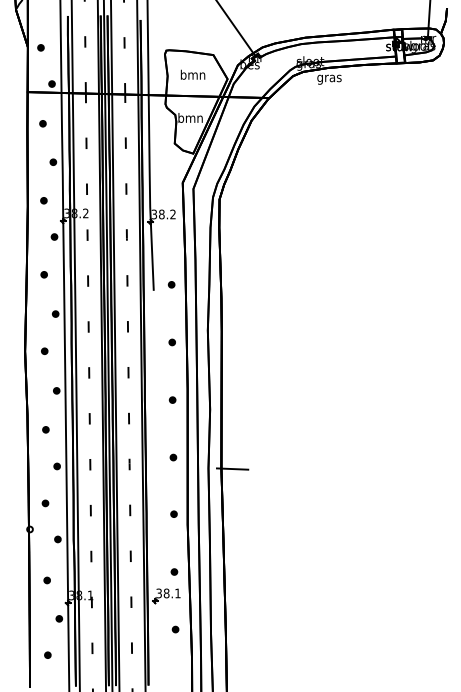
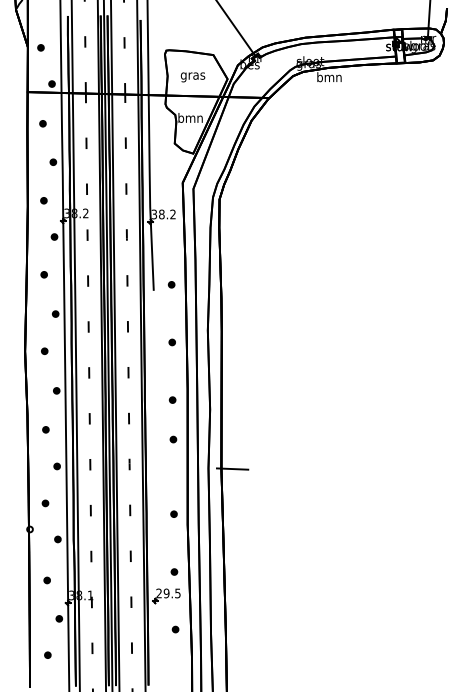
text at (192, 75): bmn -> gras
text at (329, 78): gras -> bmn
part at (173, 457) position: (173, 457) -> (173, 439)
text at (168, 593): 38.1 -> 29.5
